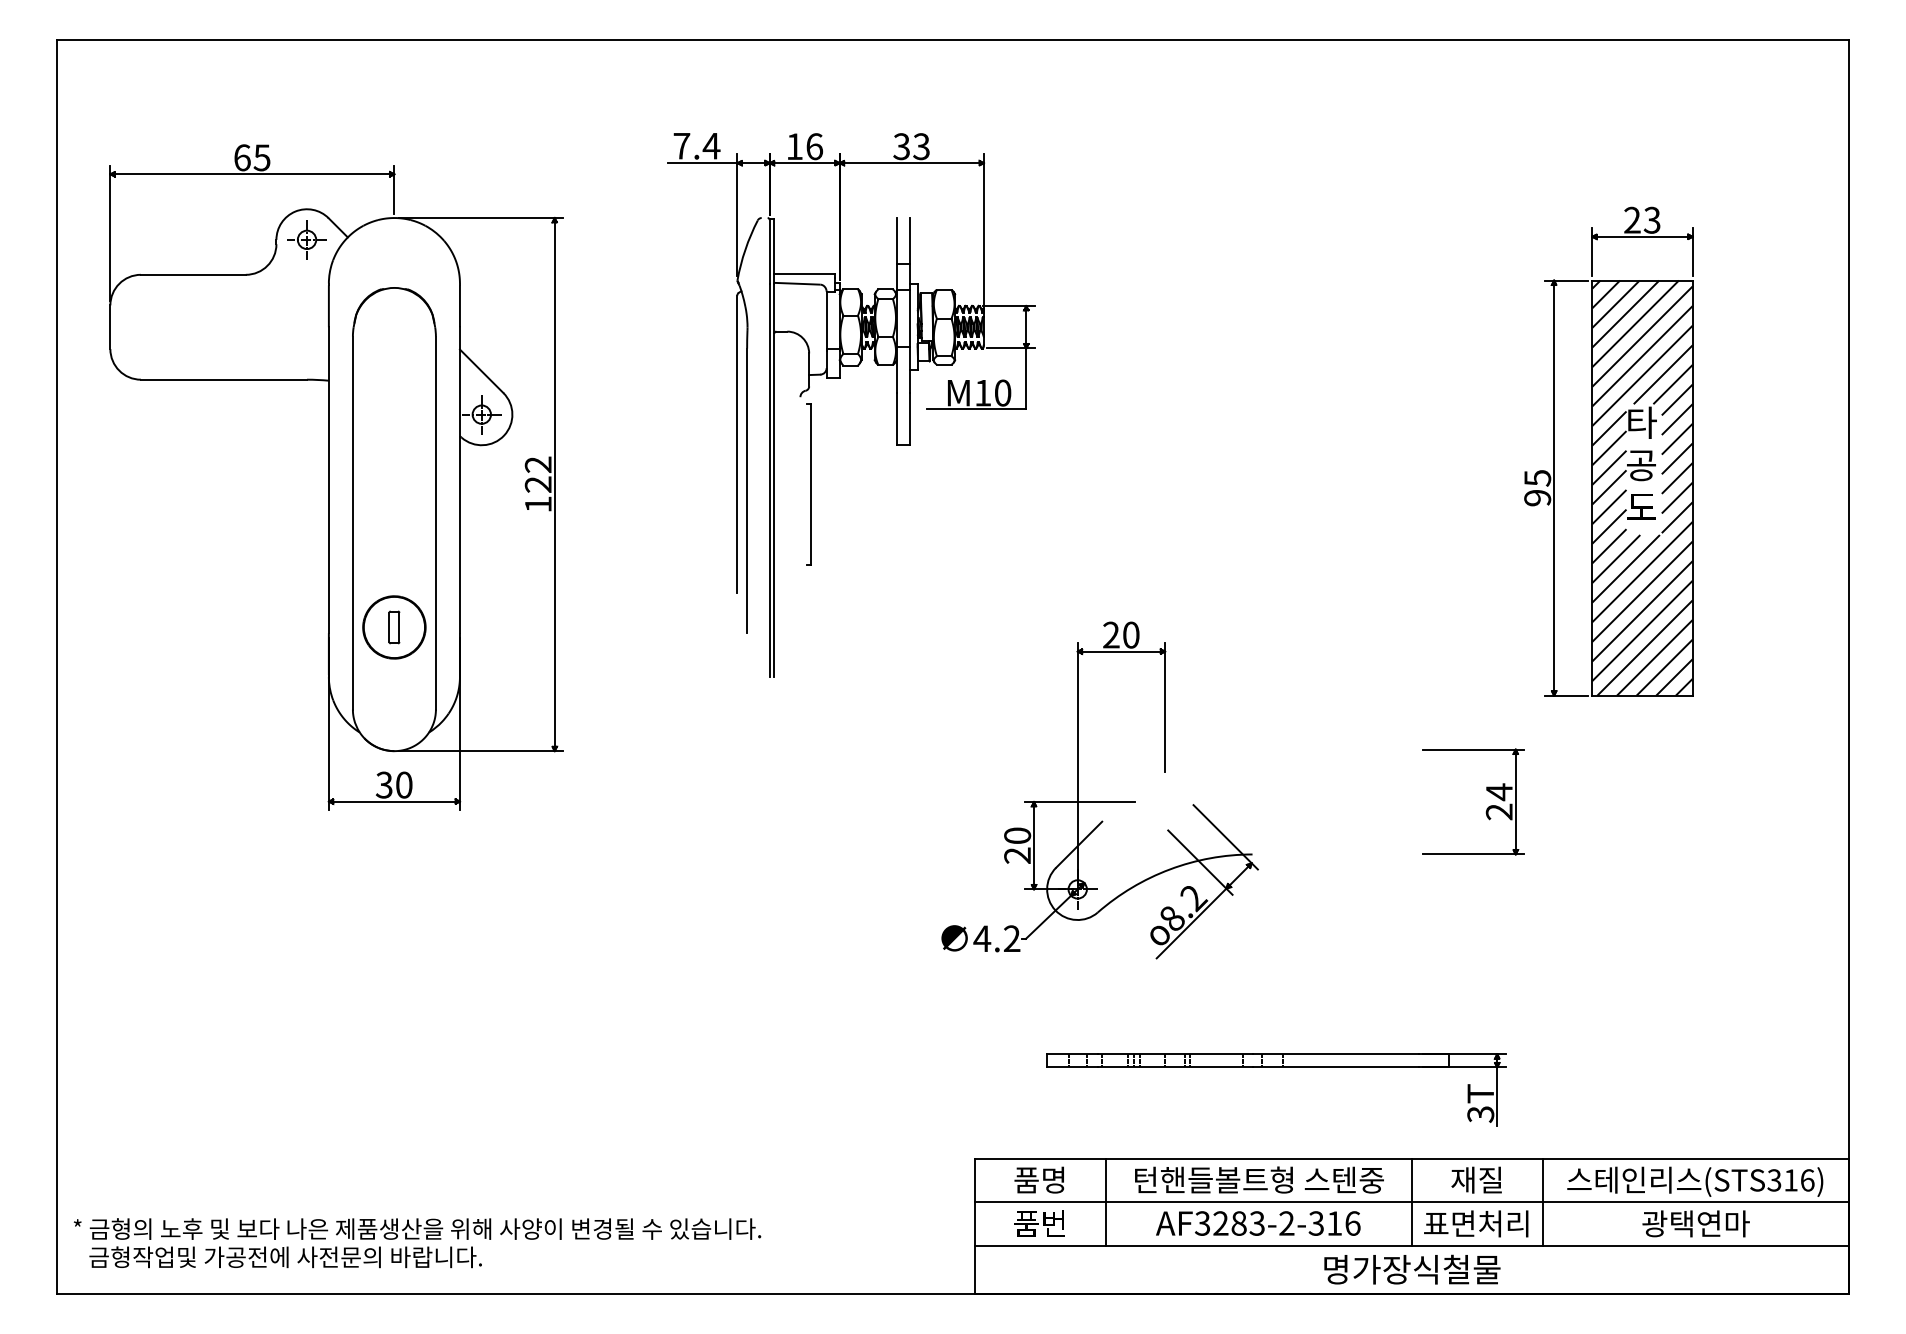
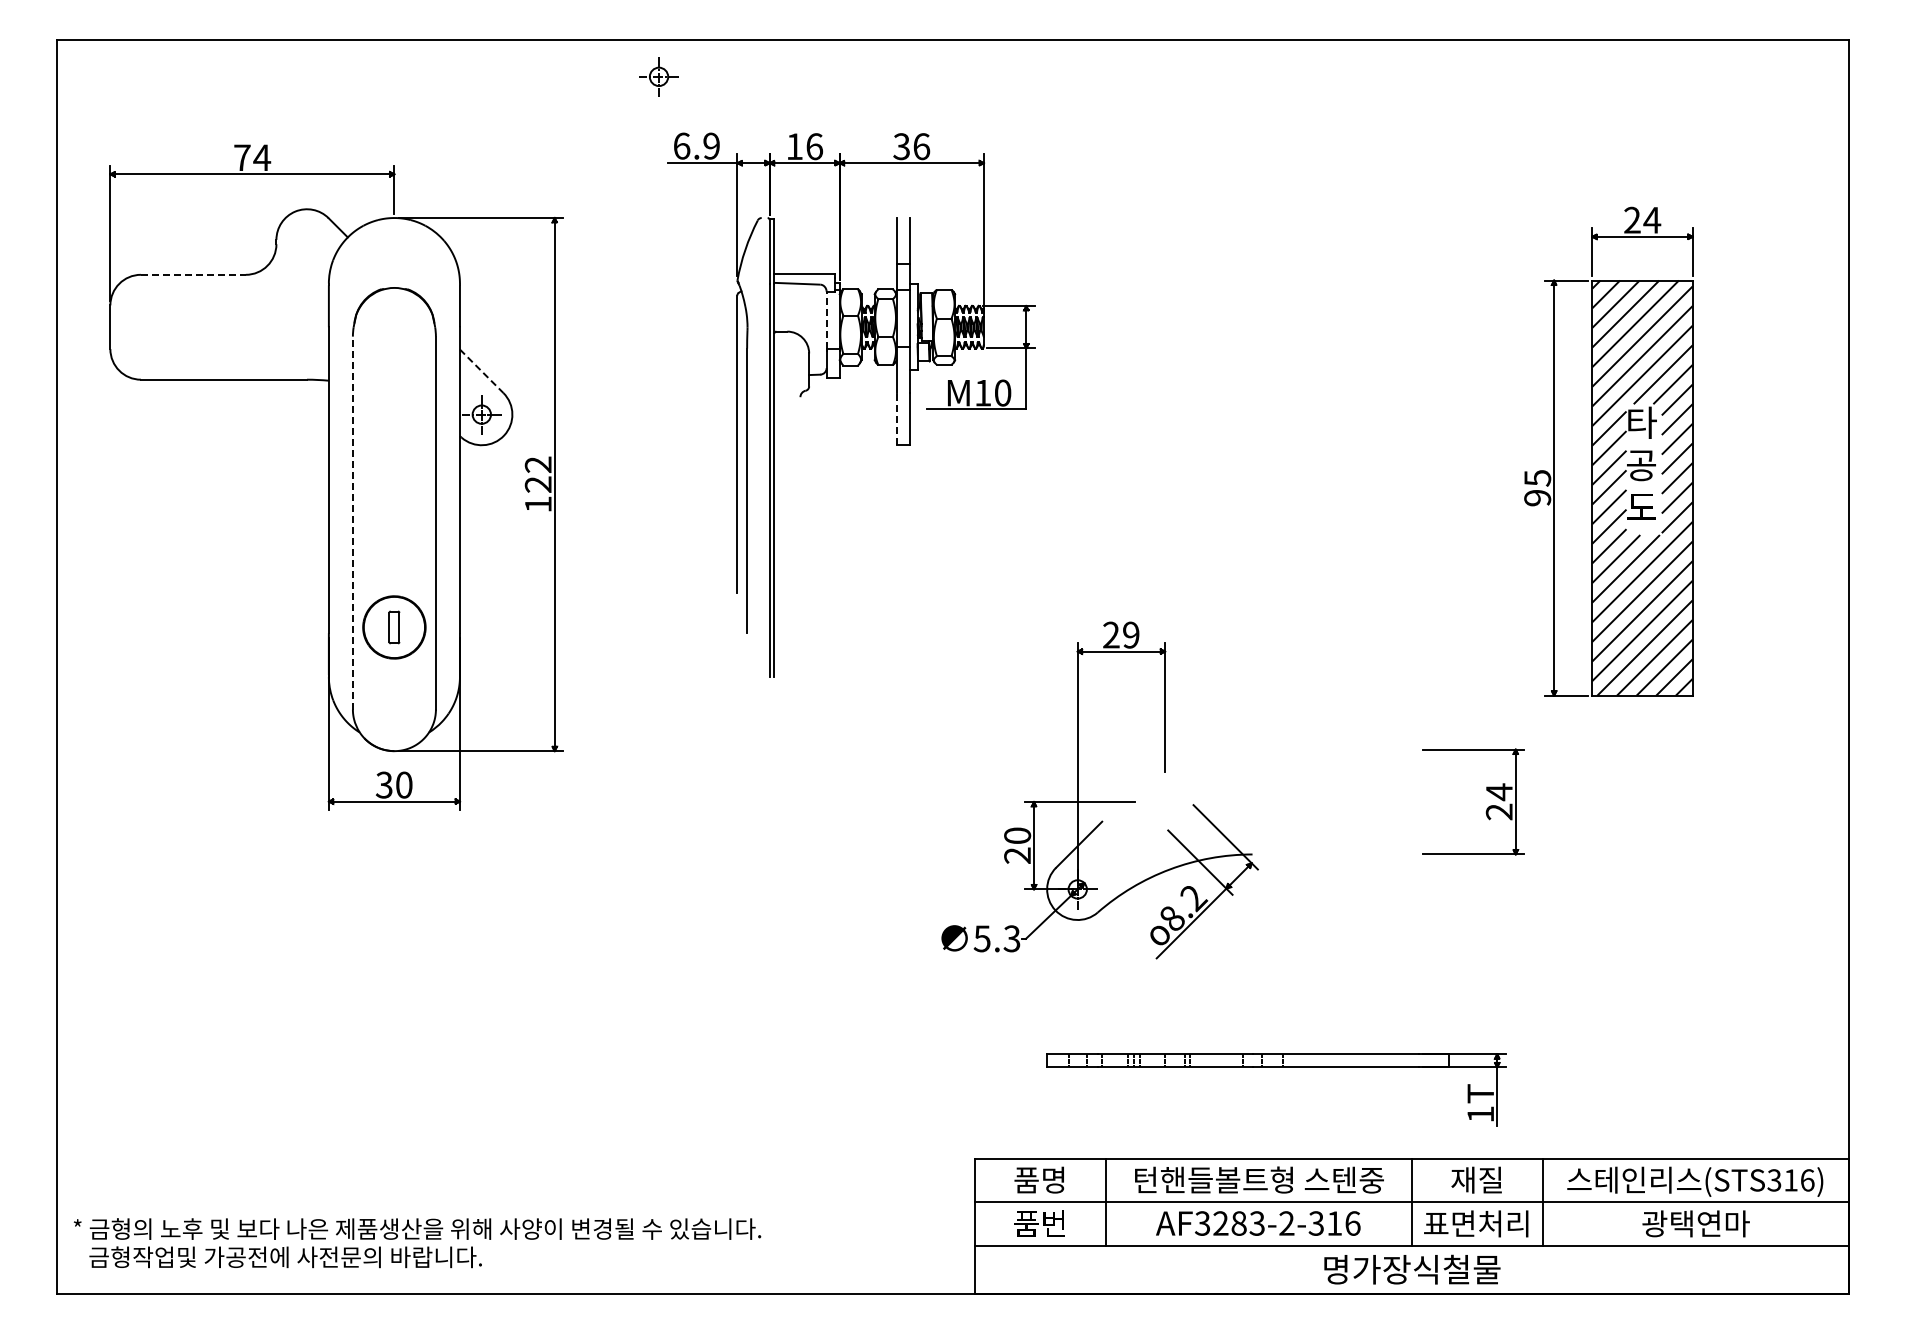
text at (696, 145): 7.4 -> 6.9
text at (921, 146): 33 -> 36
text at (252, 157): 65 -> 74
text at (1652, 219): 23 -> 24
part at (306, 239) position: (306, 239) -> (658, 76)
line at (193, 274): solid -> dashed
line at (826, 320): solid -> dashed
line at (481, 371): solid -> dashed
line at (896, 418): solid -> dashed
part at (808, 484): present -> none
line at (352, 522): solid -> dashed
text at (1131, 634): 20 -> 29
text at (996, 938): 4.2 -> 5.3
text at (1480, 1114): 3T -> 1T
